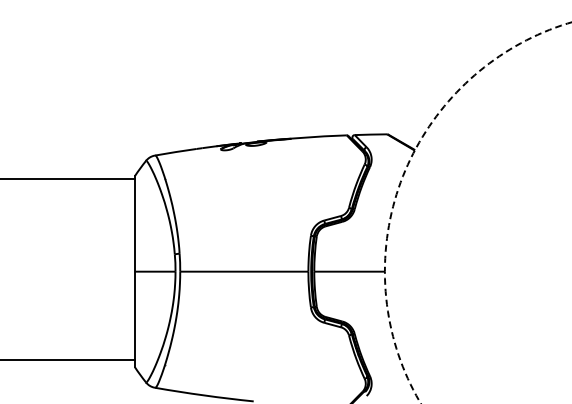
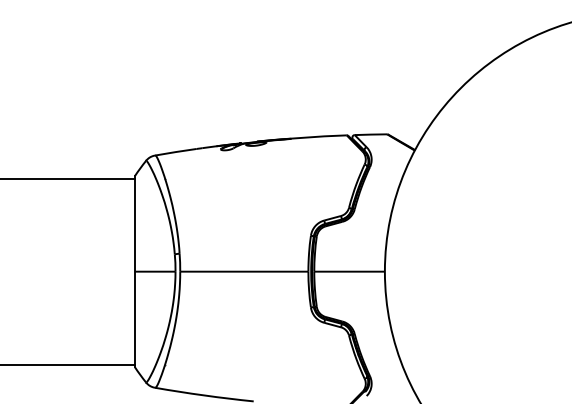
circle at (477, 212): dashed -> solid
line at (68, 359) position: (68, 359) -> (68, 364)
